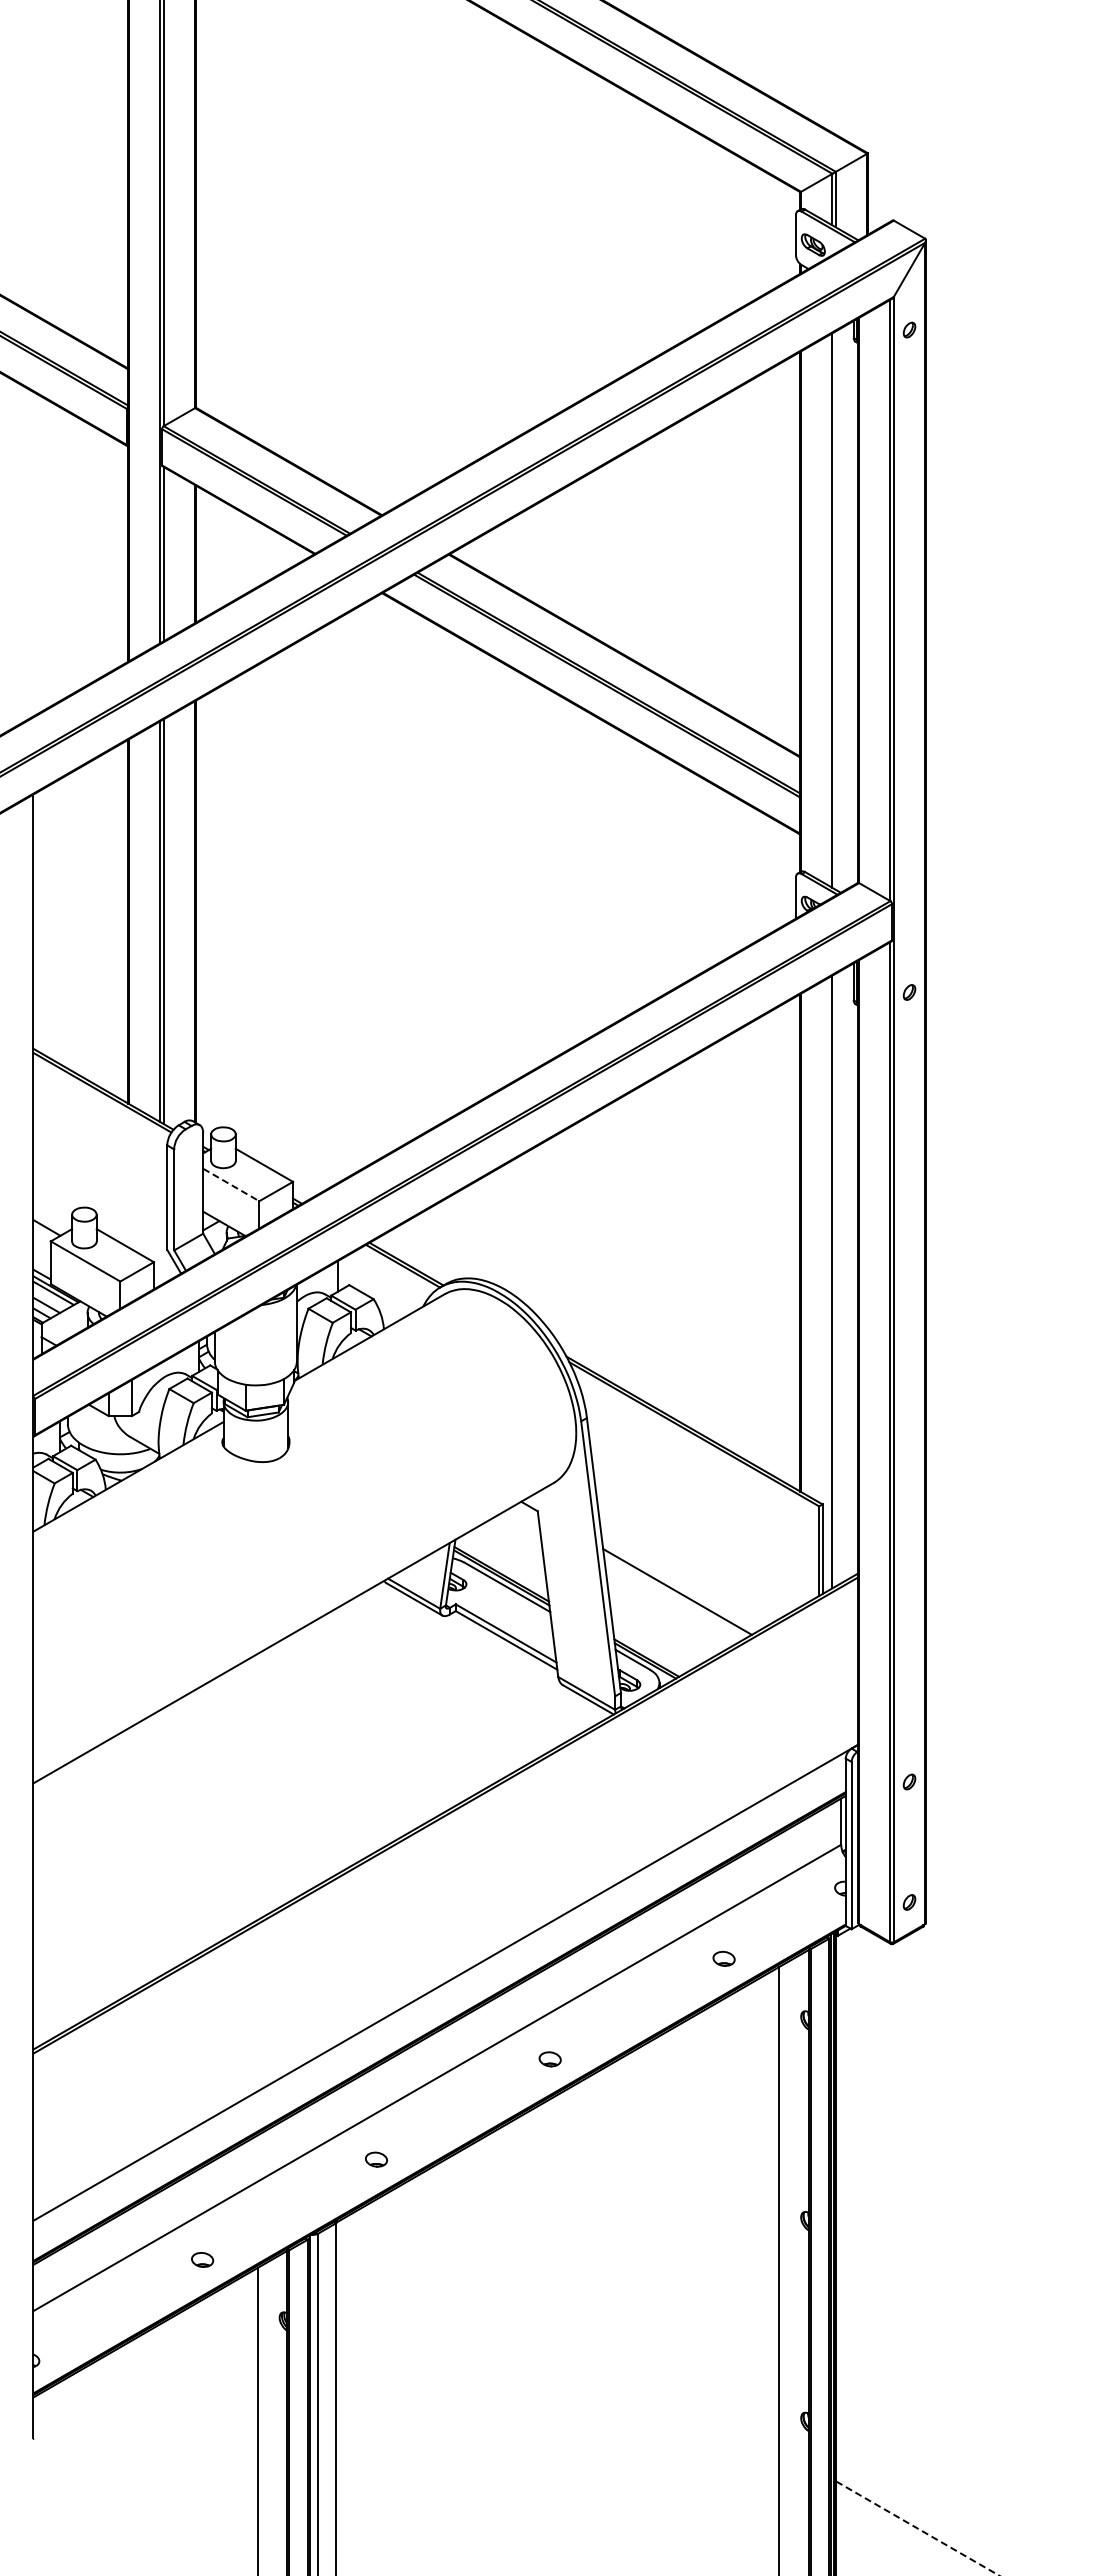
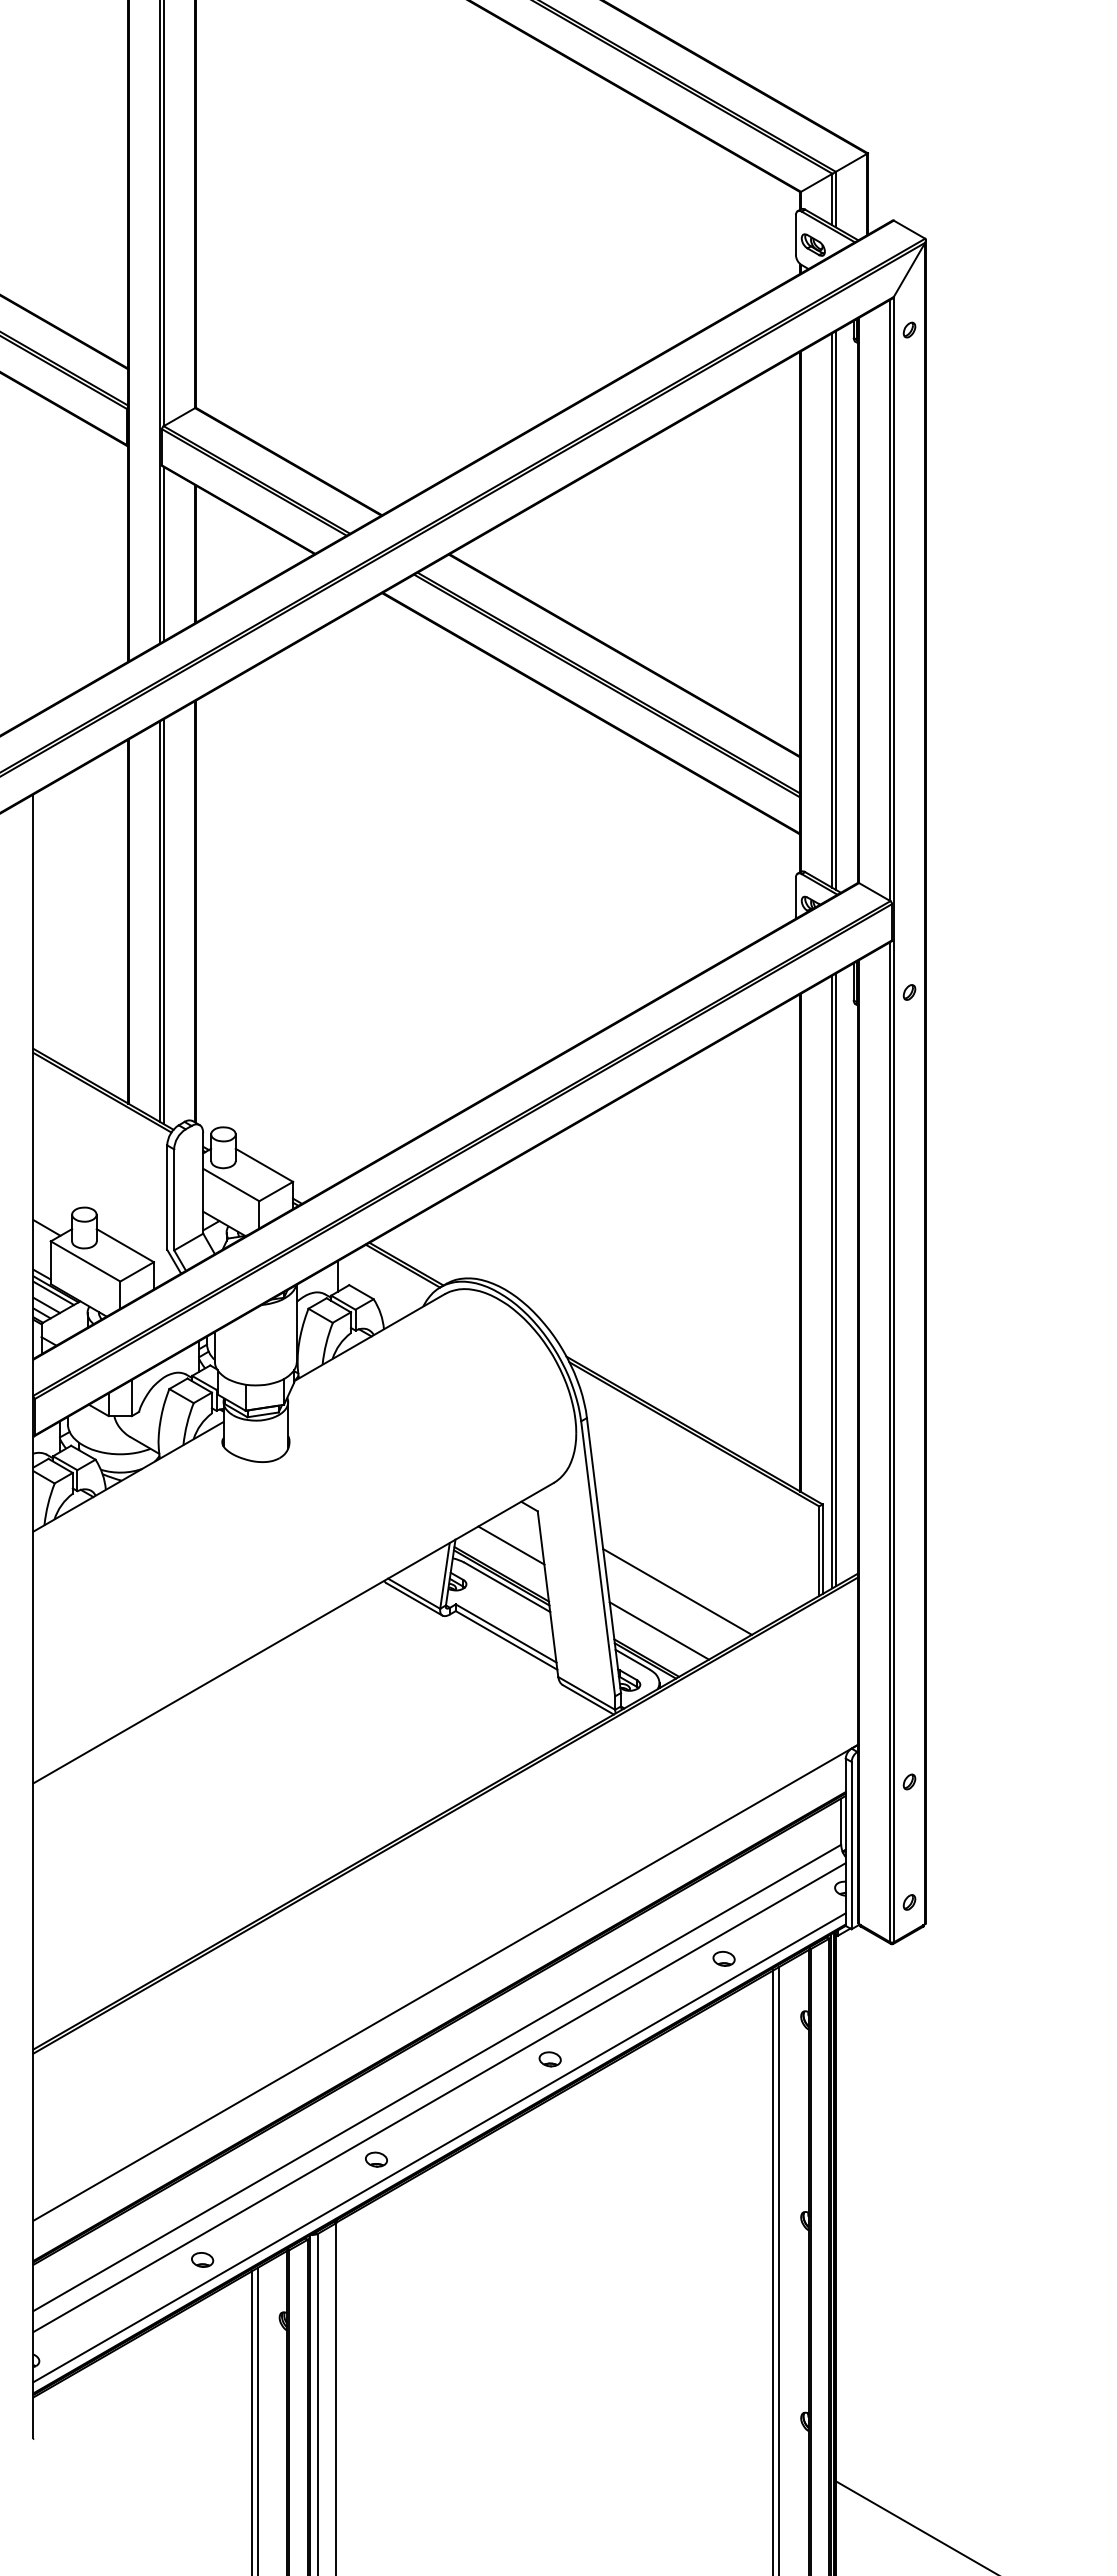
line at (835, 610): none -> present
line at (231, 1185): dashed -> solid
line at (835, 1279): none -> present
line at (511, 1545): none -> present
line at (659, 1630): none -> present
line at (439, 2097): none -> present
line at (439, 2147): none -> present
line at (773, 2271): none -> present
line at (251, 2421): none -> present
line at (918, 2528): dashed -> solid
